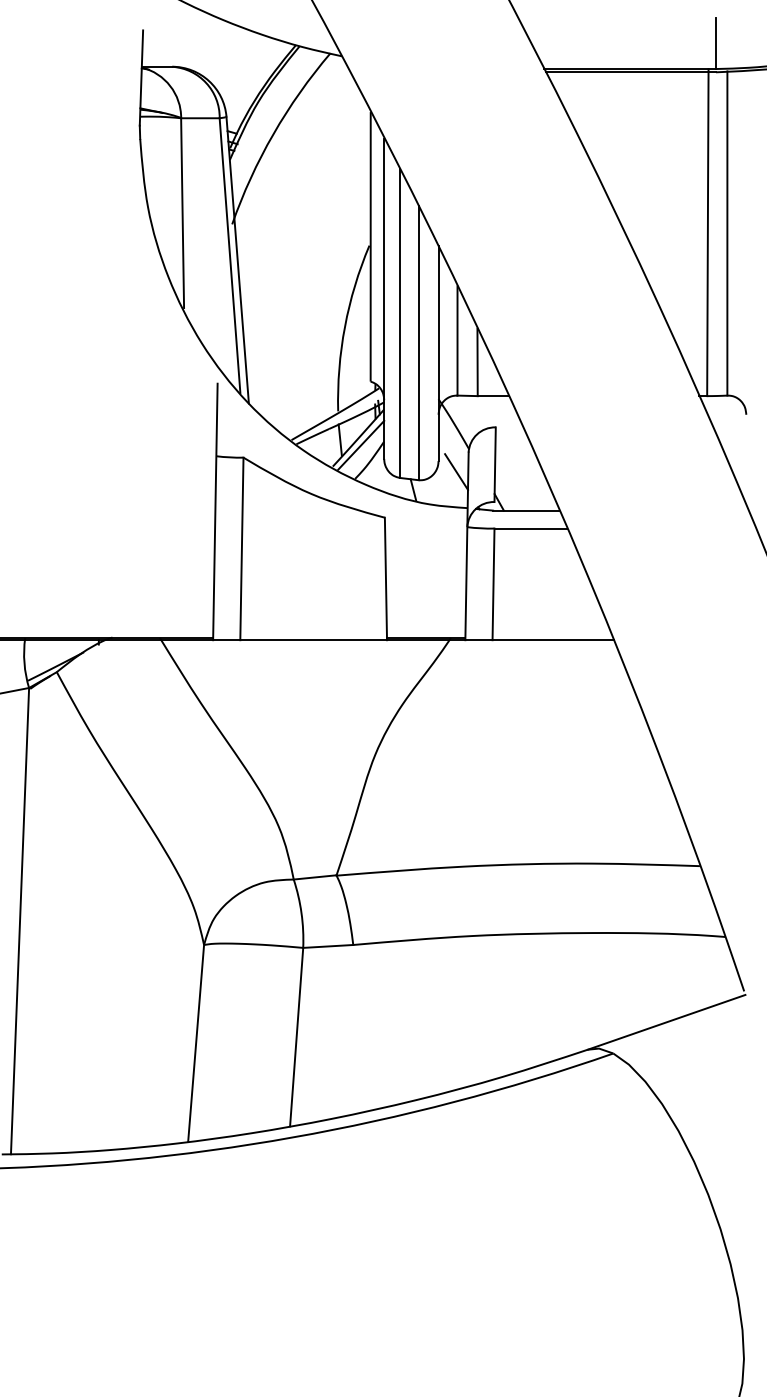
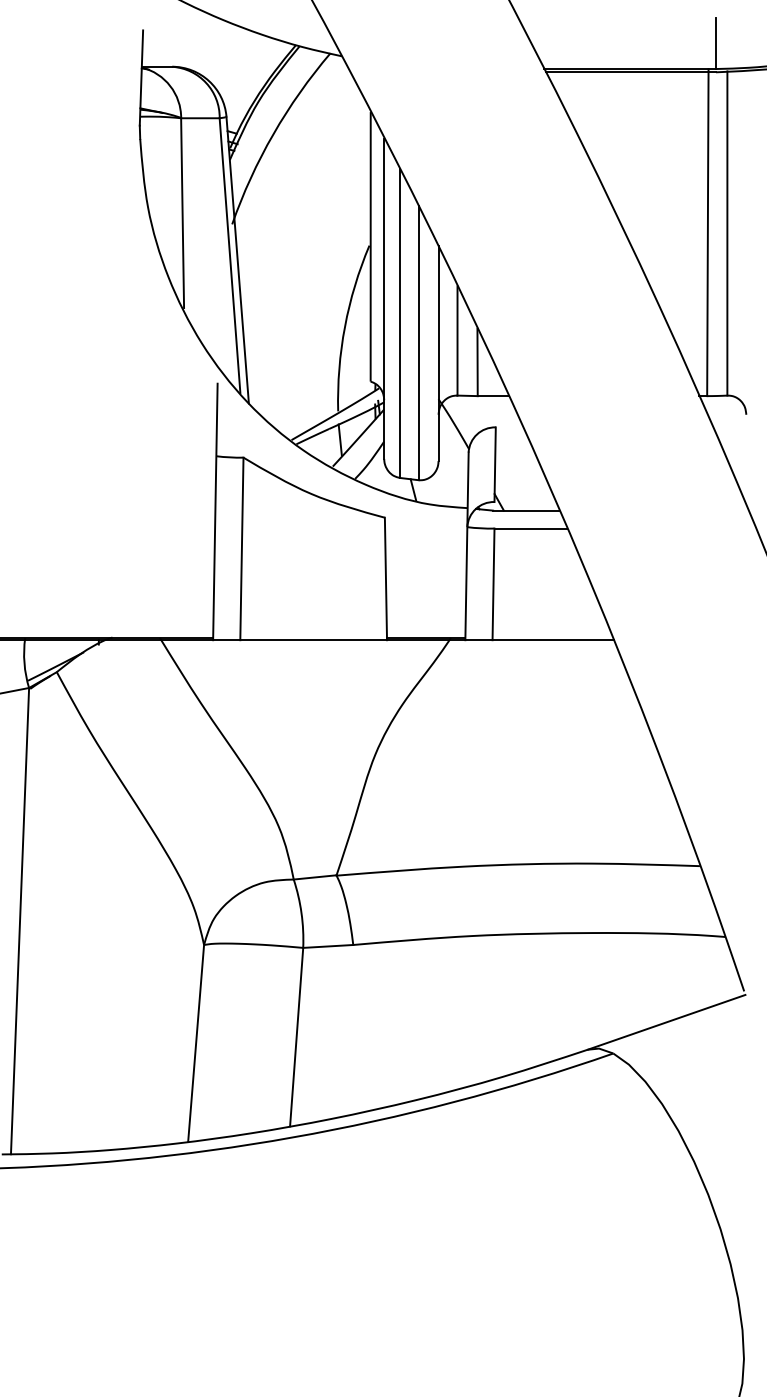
line at (361, 444): present -> none
line at (456, 471): present -> none
